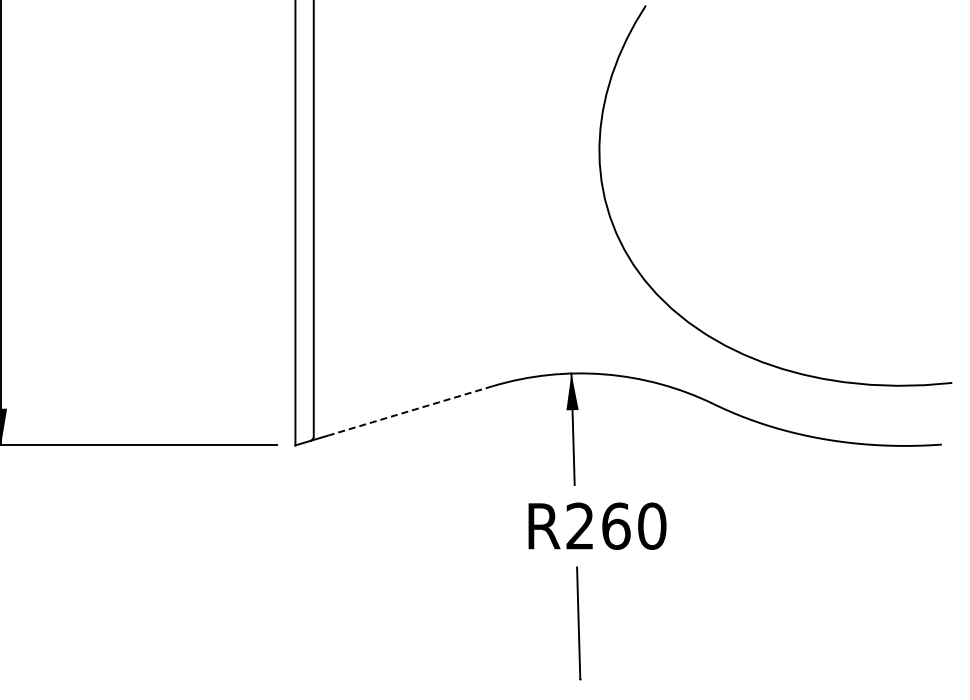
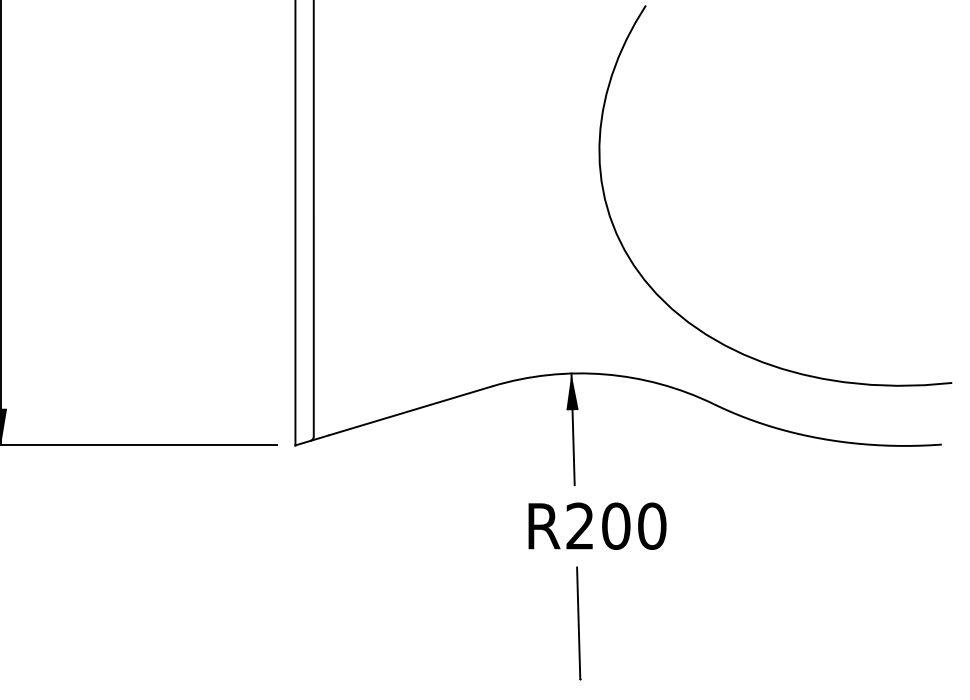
line at (410, 410): dashed -> solid
text at (616, 525): R260 -> R200
